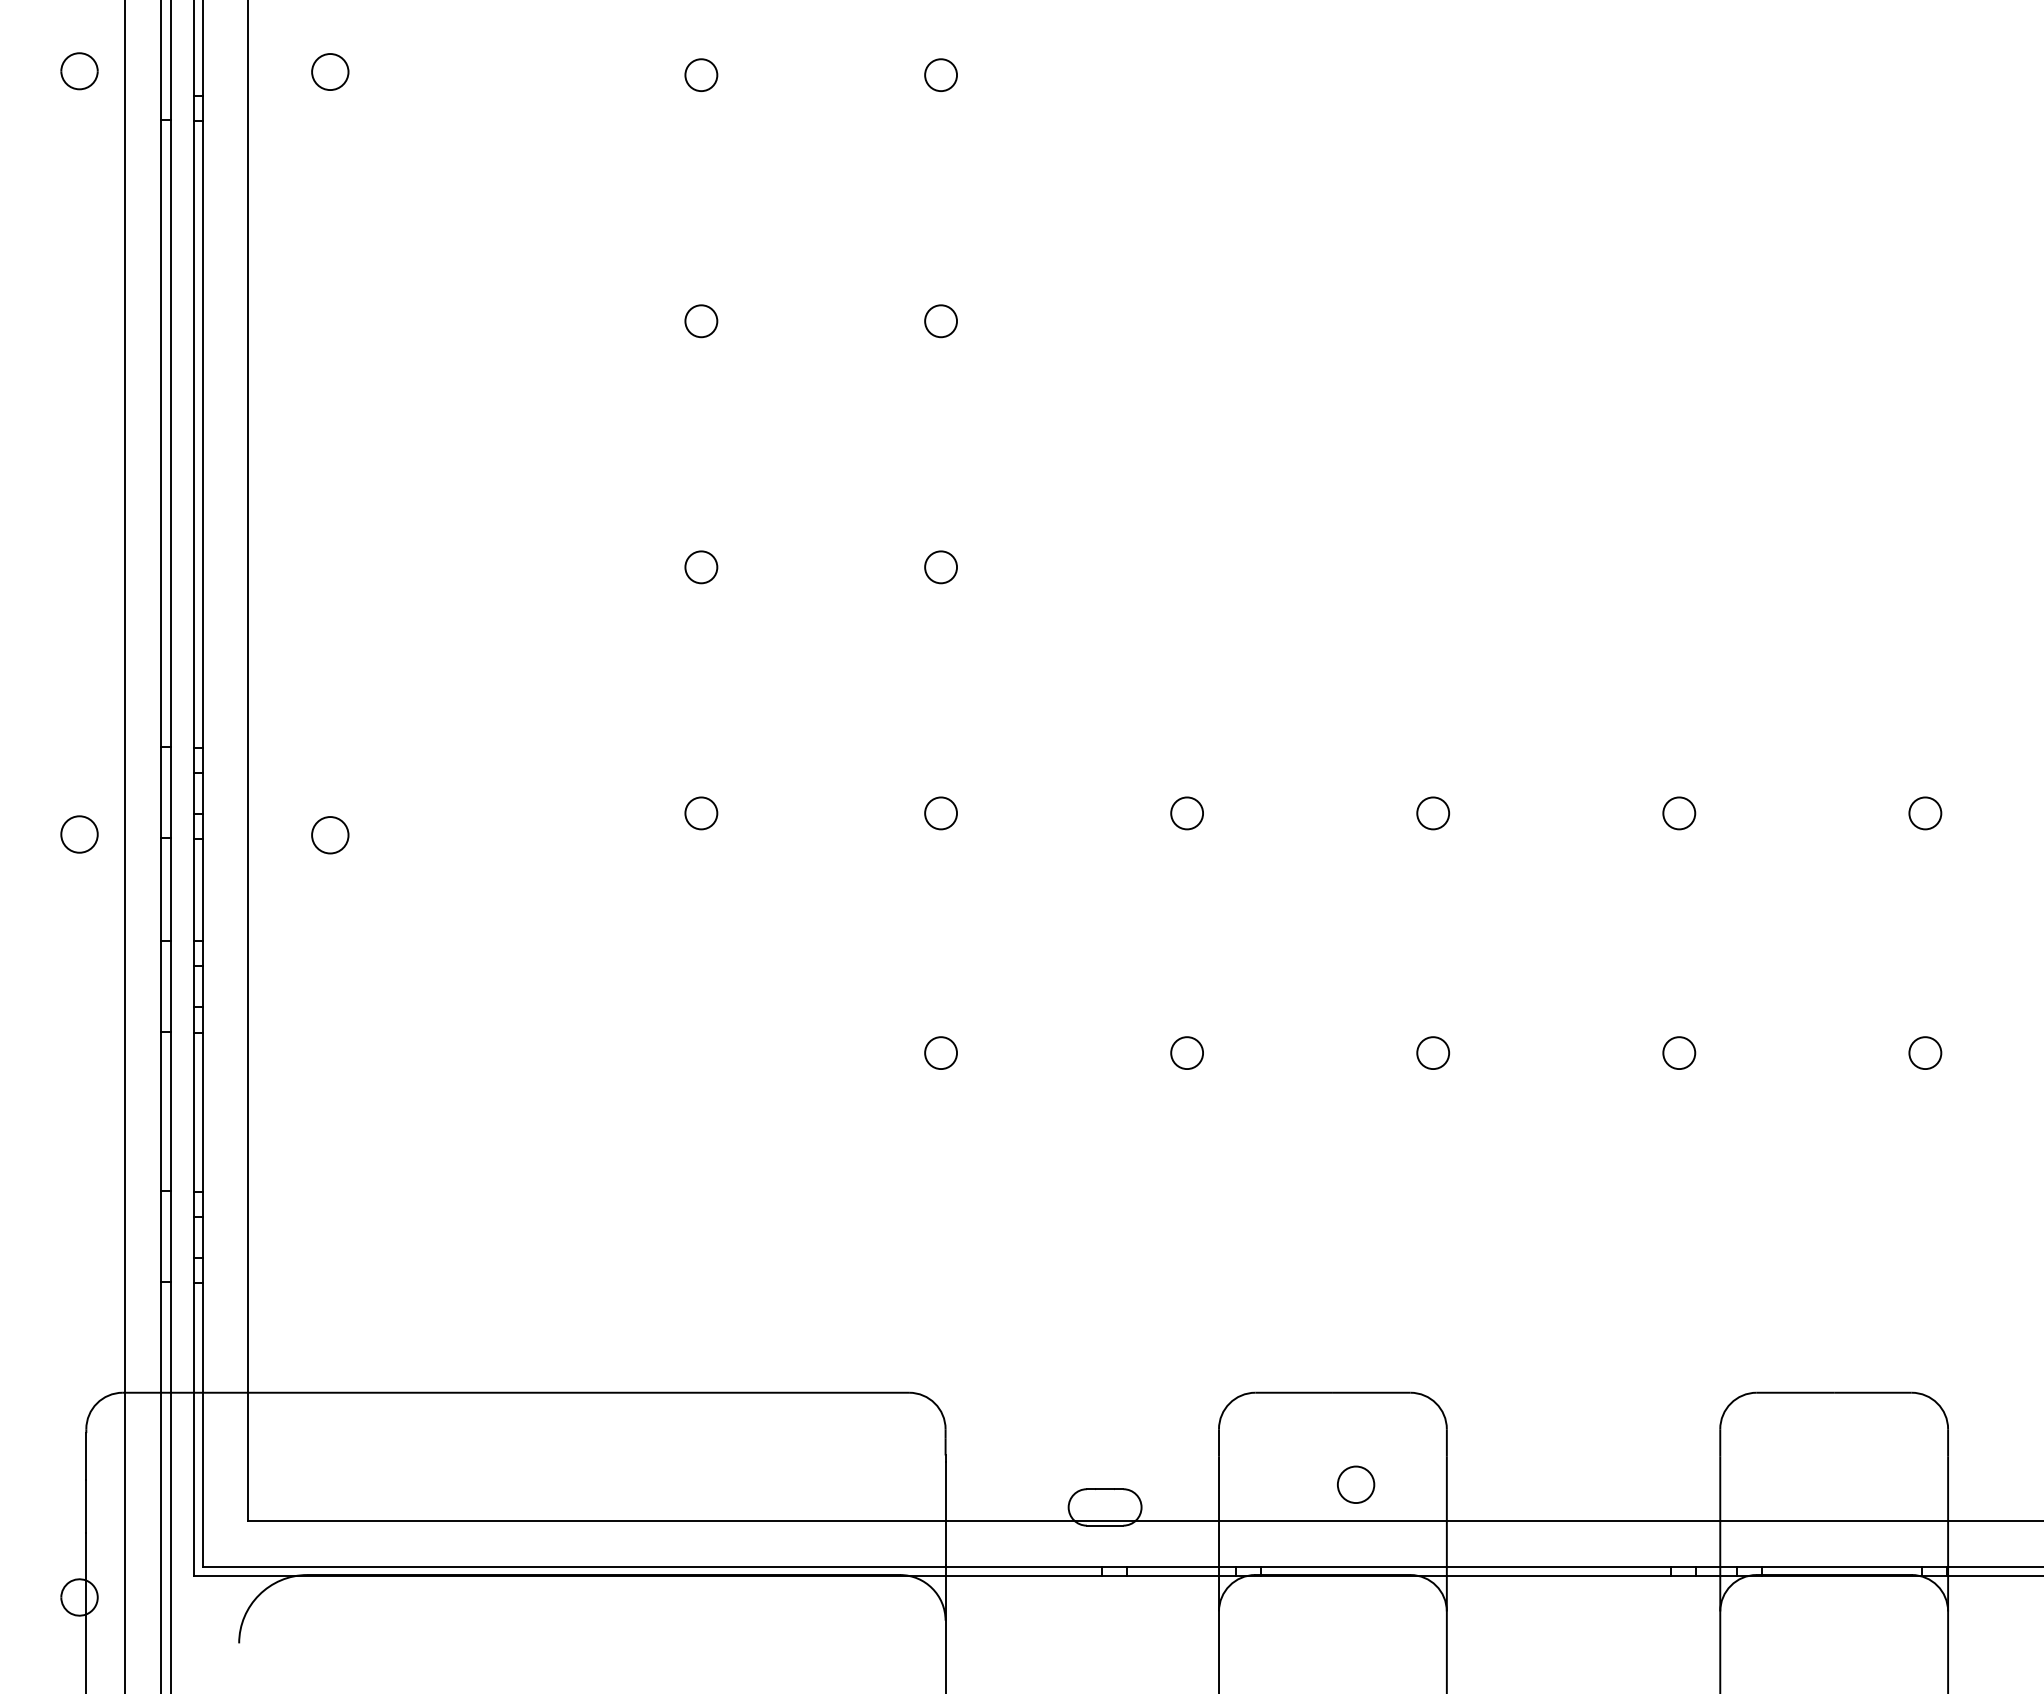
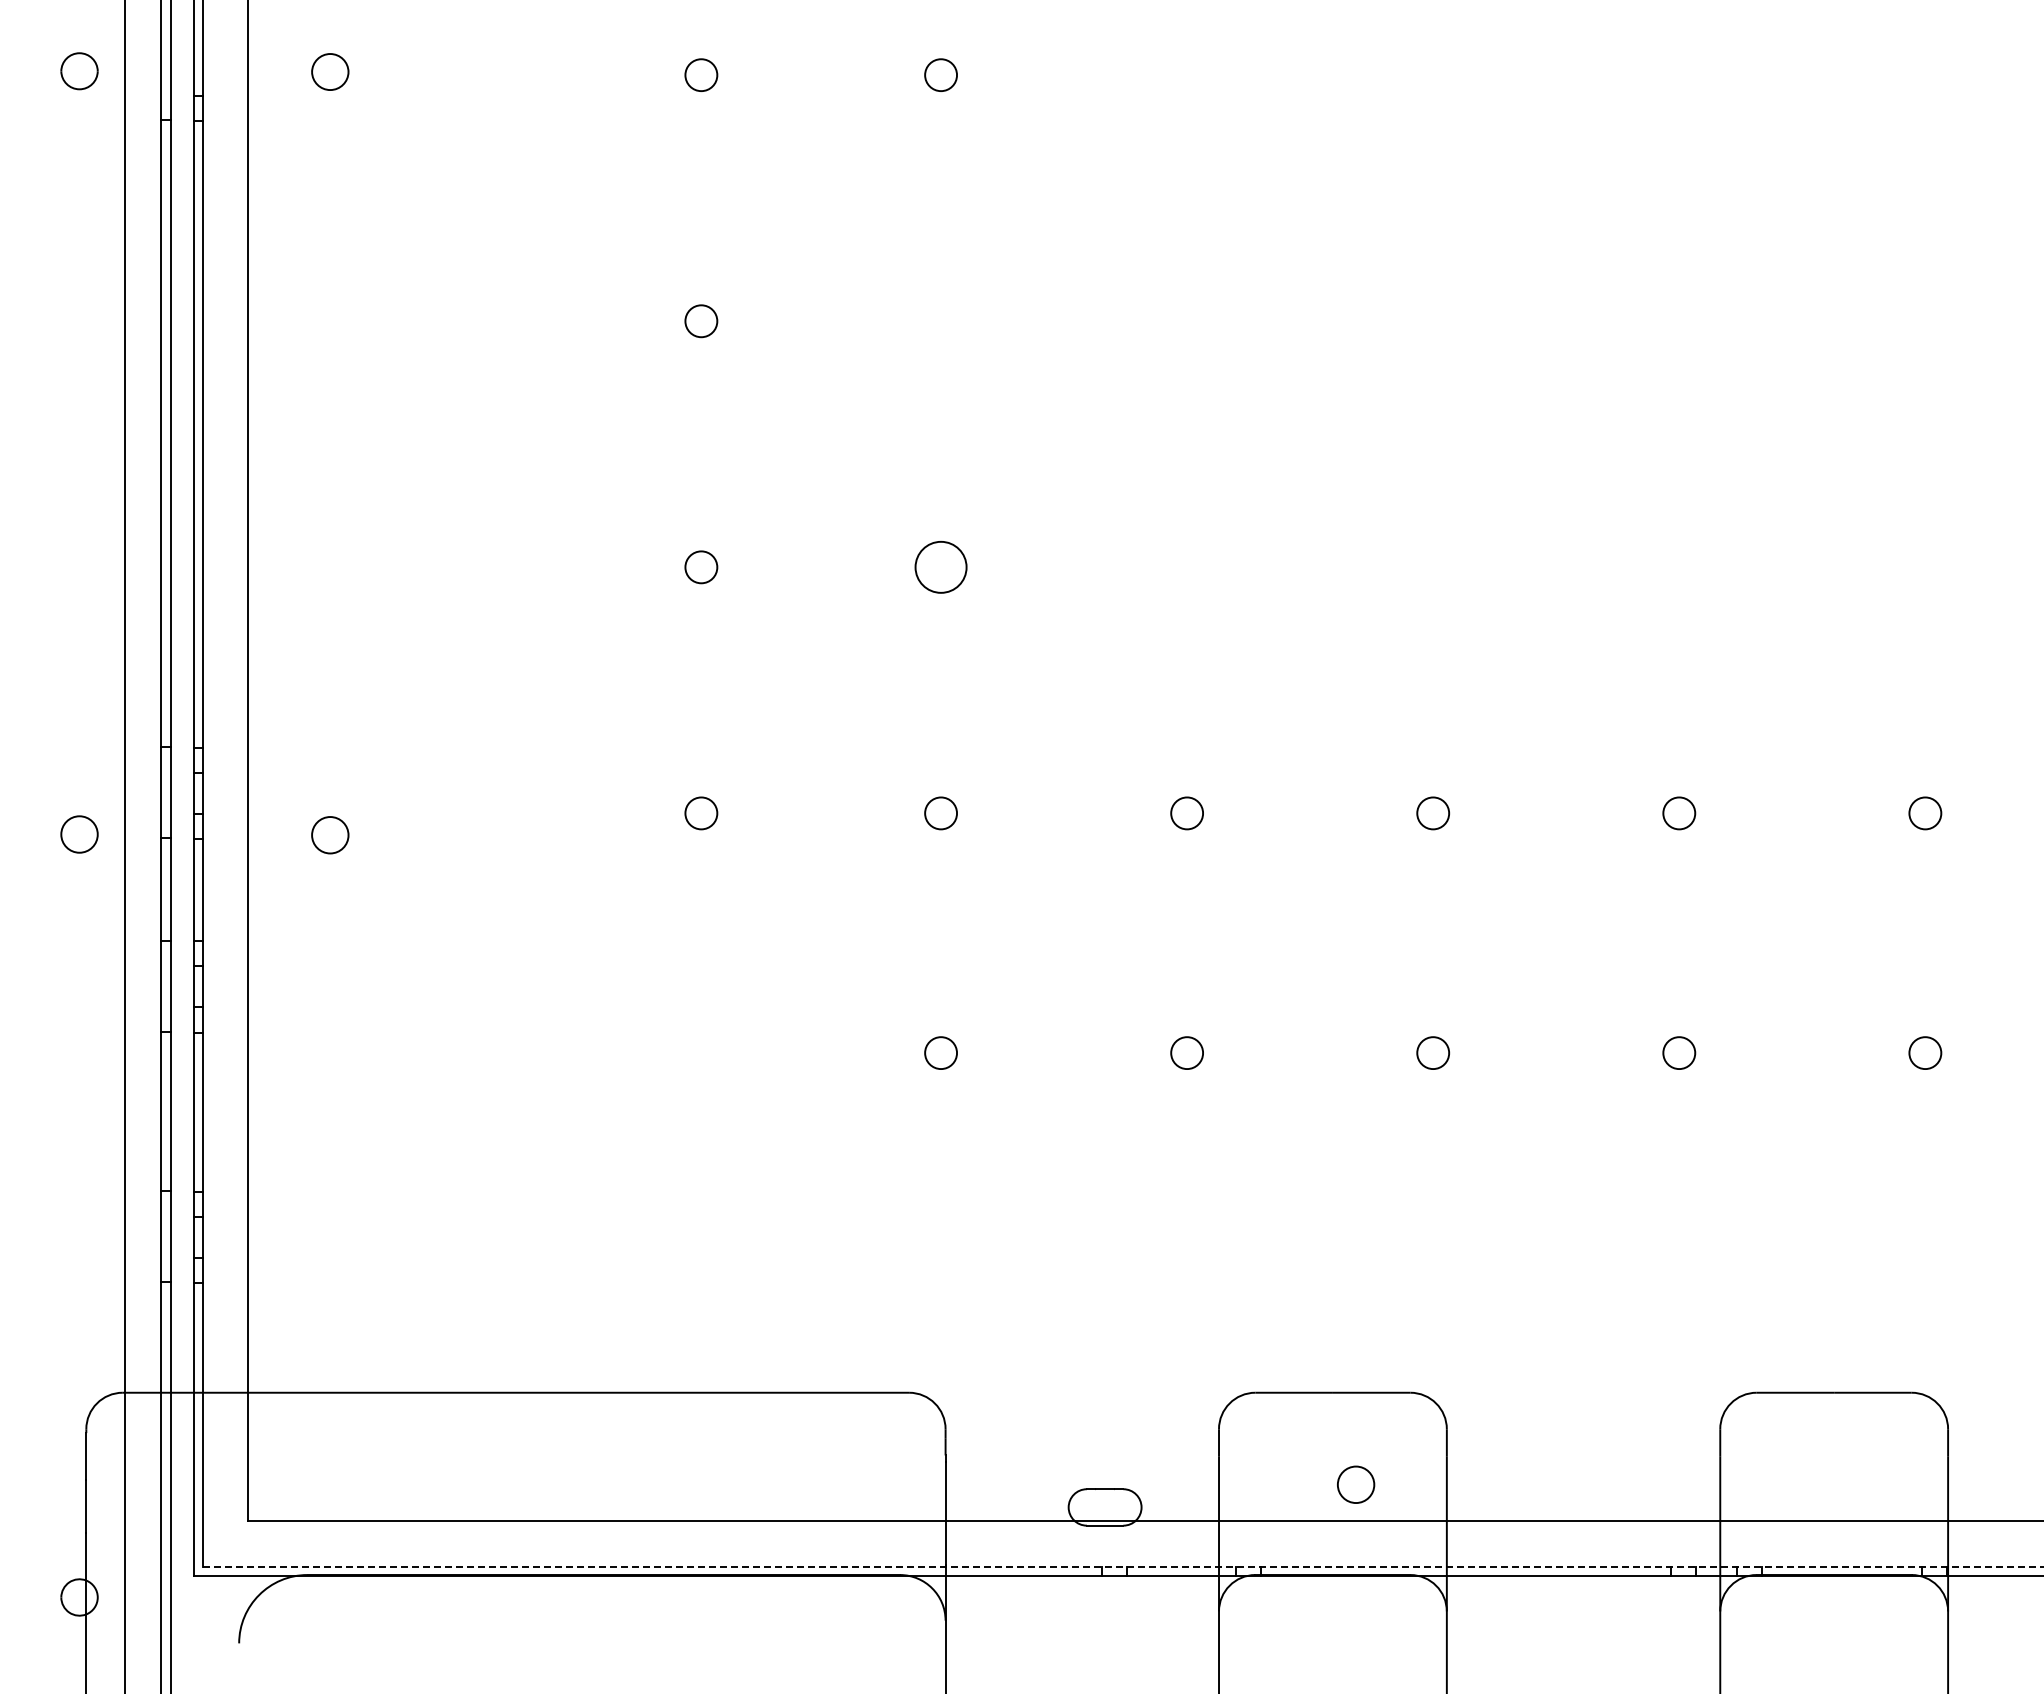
circle at (940, 321): present -> none
circle at (941, 567) diameter: 32 px -> 51 px
line at (1123, 1566): solid -> dashed
